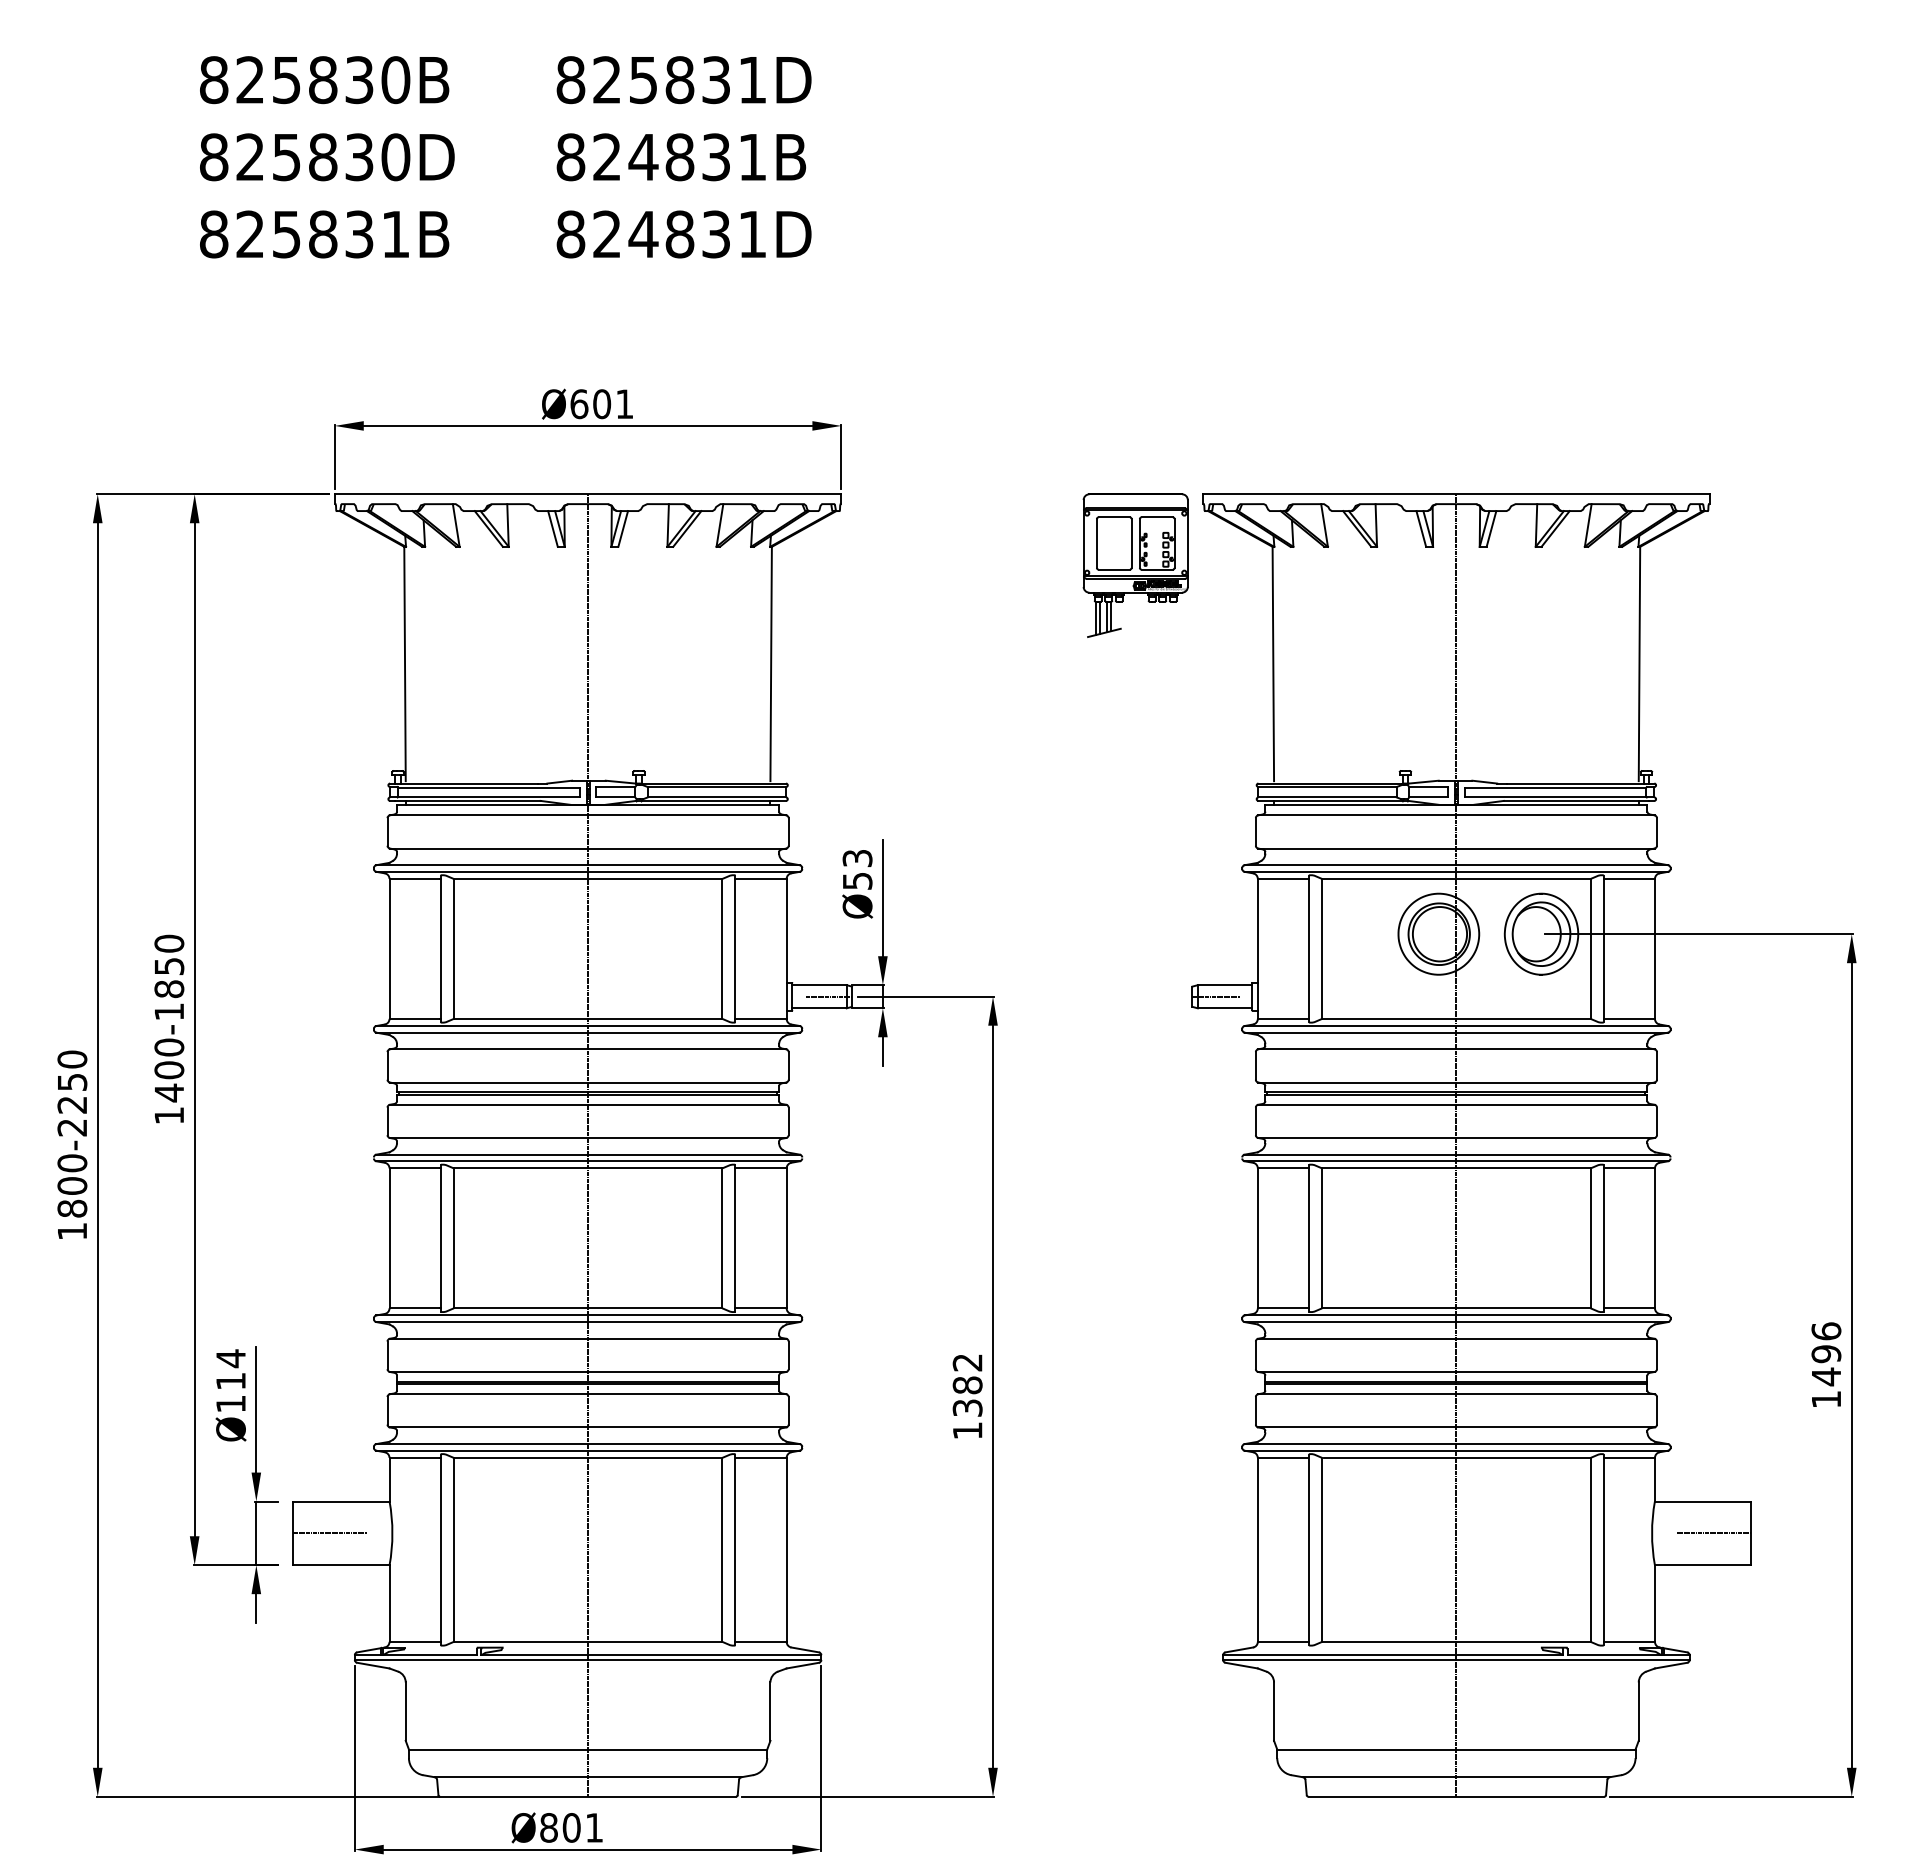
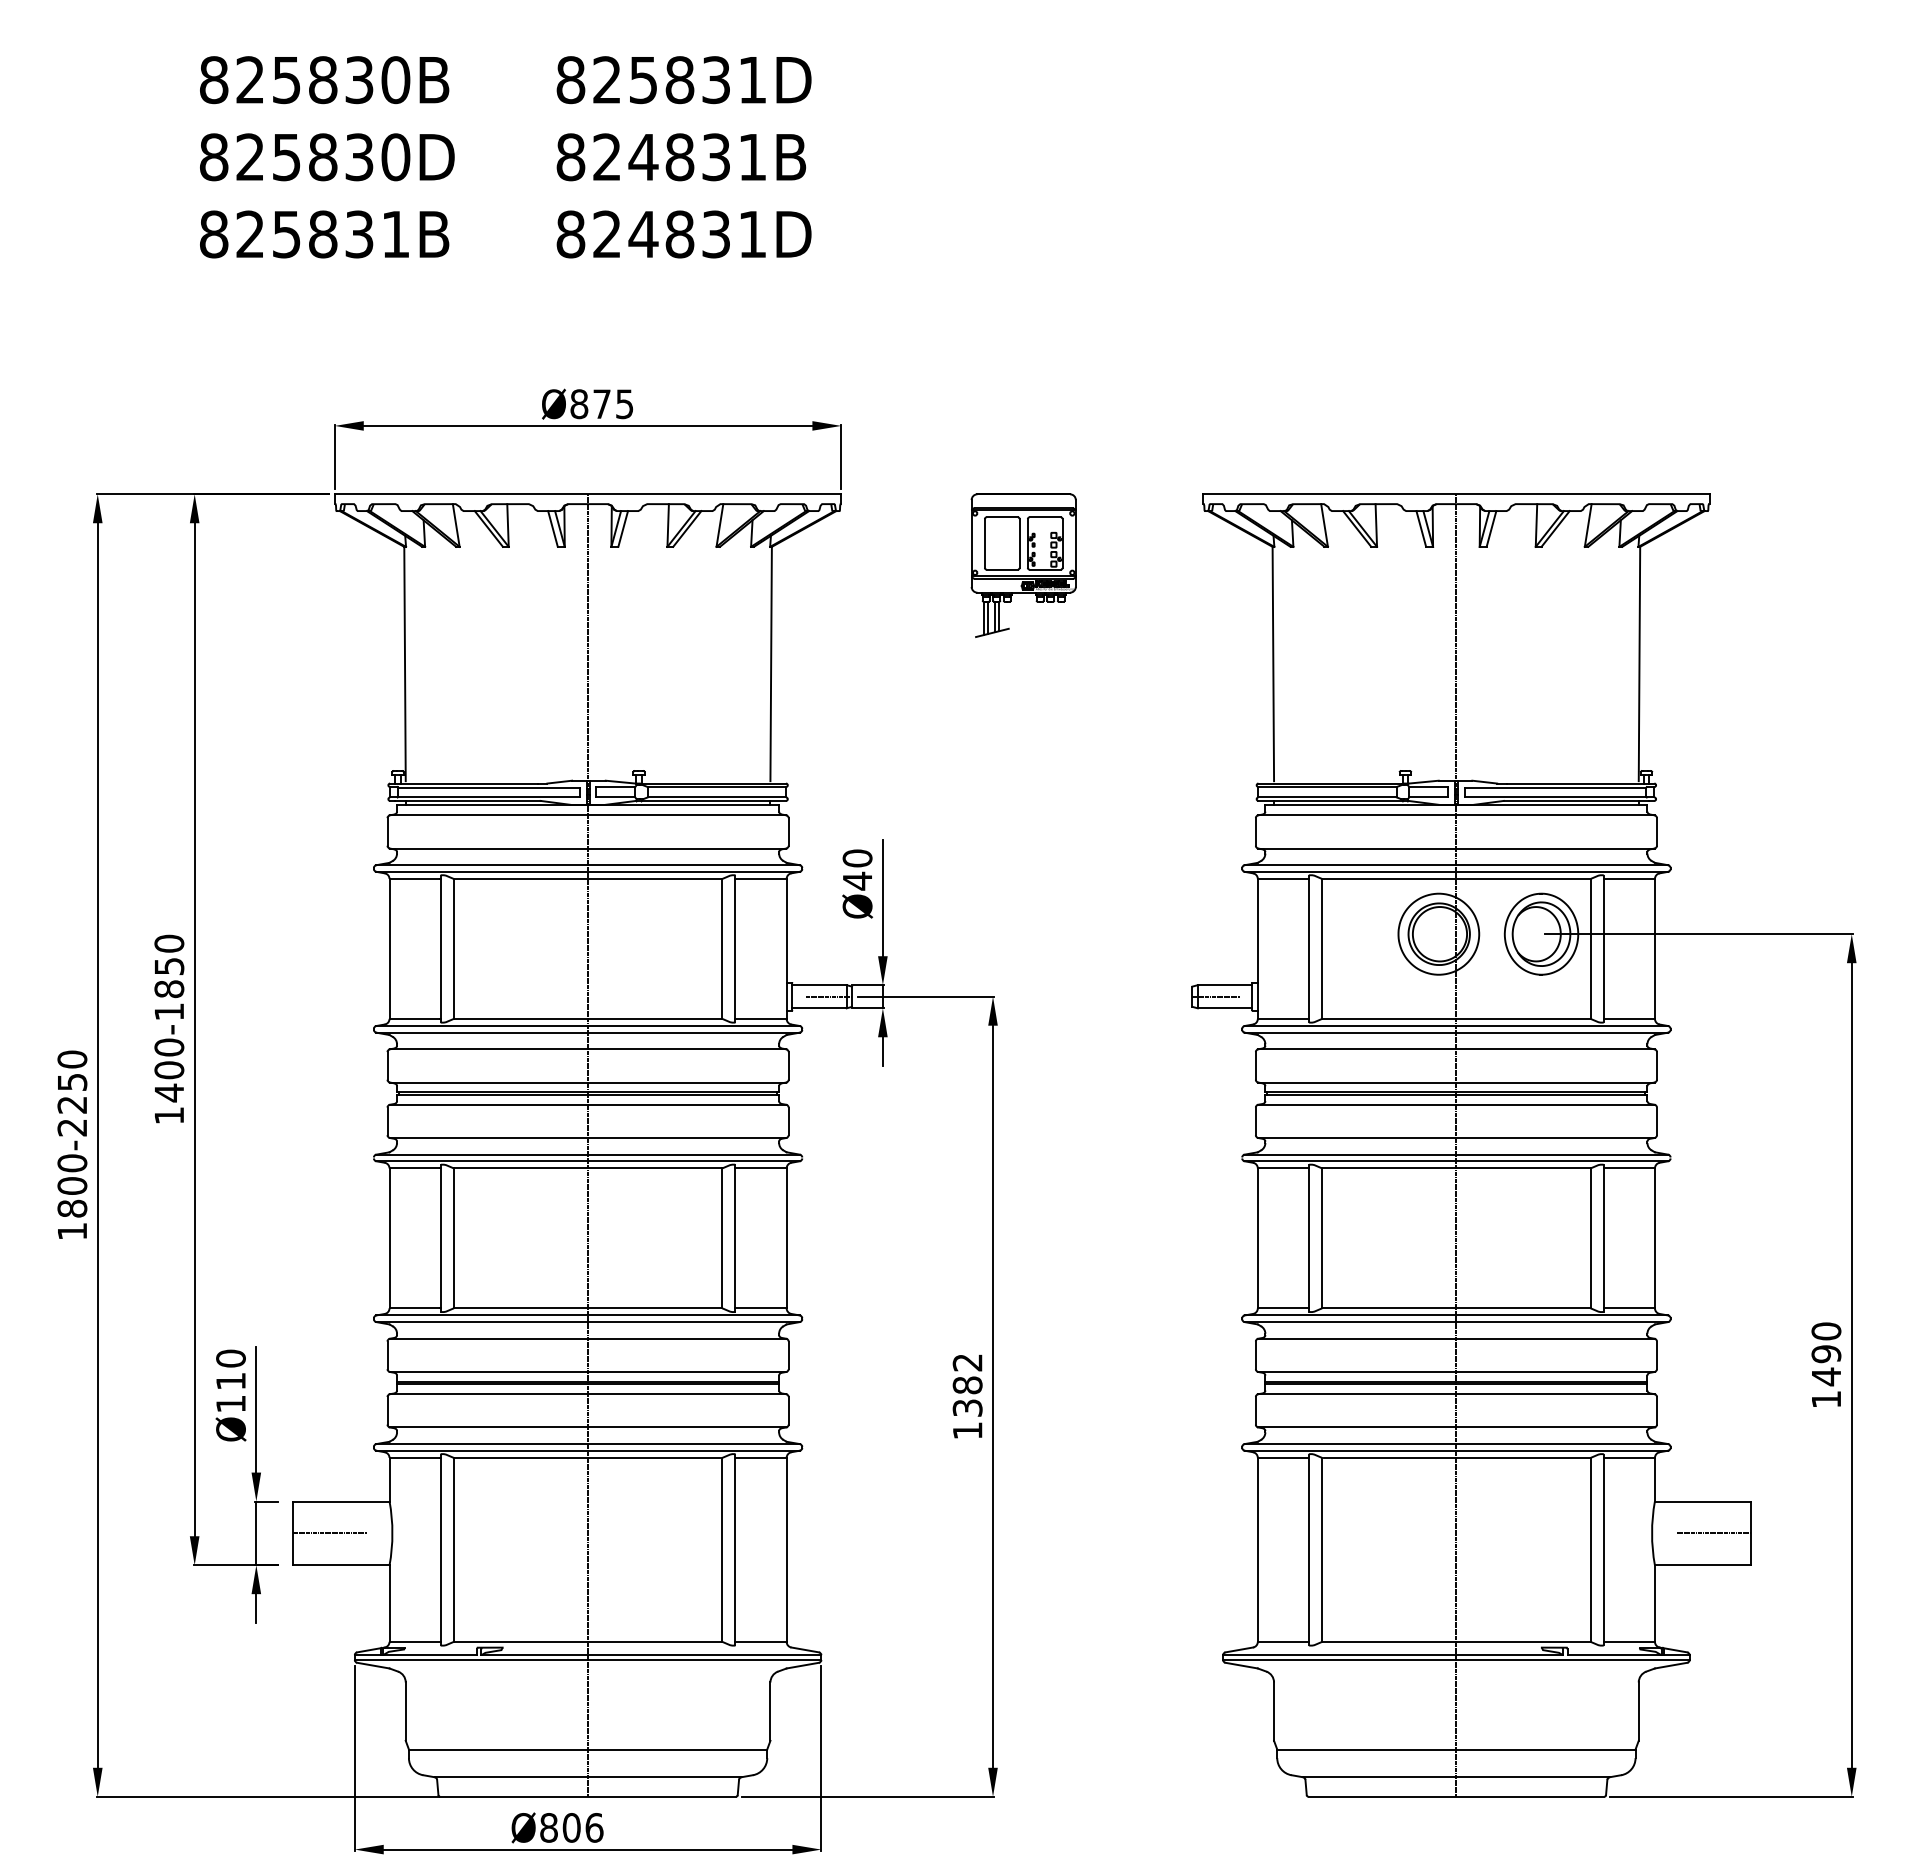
text at (601, 404): Ø601 -> Ø875
part at (1135, 565) position: (1135, 565) -> (1023, 565)
text at (857, 869): Ø53 -> Ø40
text at (1826, 1331): 1496 -> 1490
text at (230, 1358): Ø114 -> Ø110
text at (594, 1827): Ø801 -> Ø806
